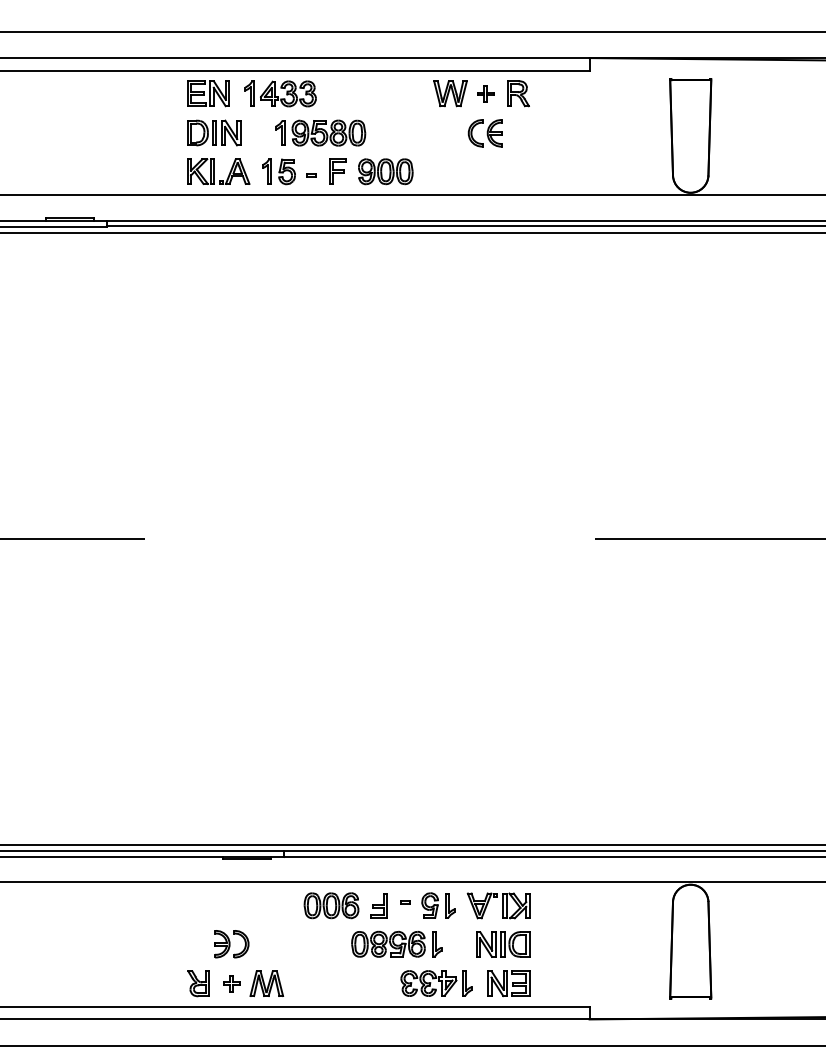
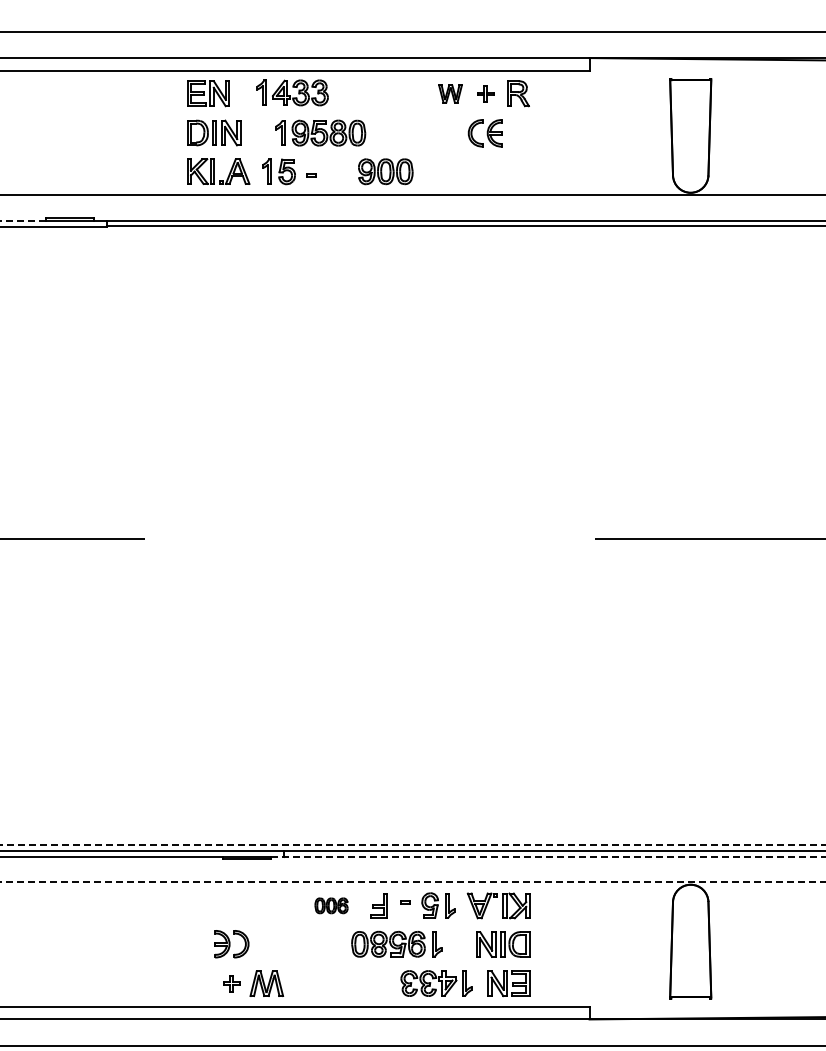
part at (280, 93) position: (280, 93) -> (292, 92)
part at (450, 93) size: 35x28 px -> 25x20 px
part at (337, 171): present -> none
line at (23, 220): solid -> dashed
line at (412, 232): present -> none
line at (412, 844): solid -> dashed
line at (548, 856): solid -> dashed
line at (412, 882): solid -> dashed
part at (331, 905) size: 57x28 px -> 35x18 px
part at (198, 983): present -> none
